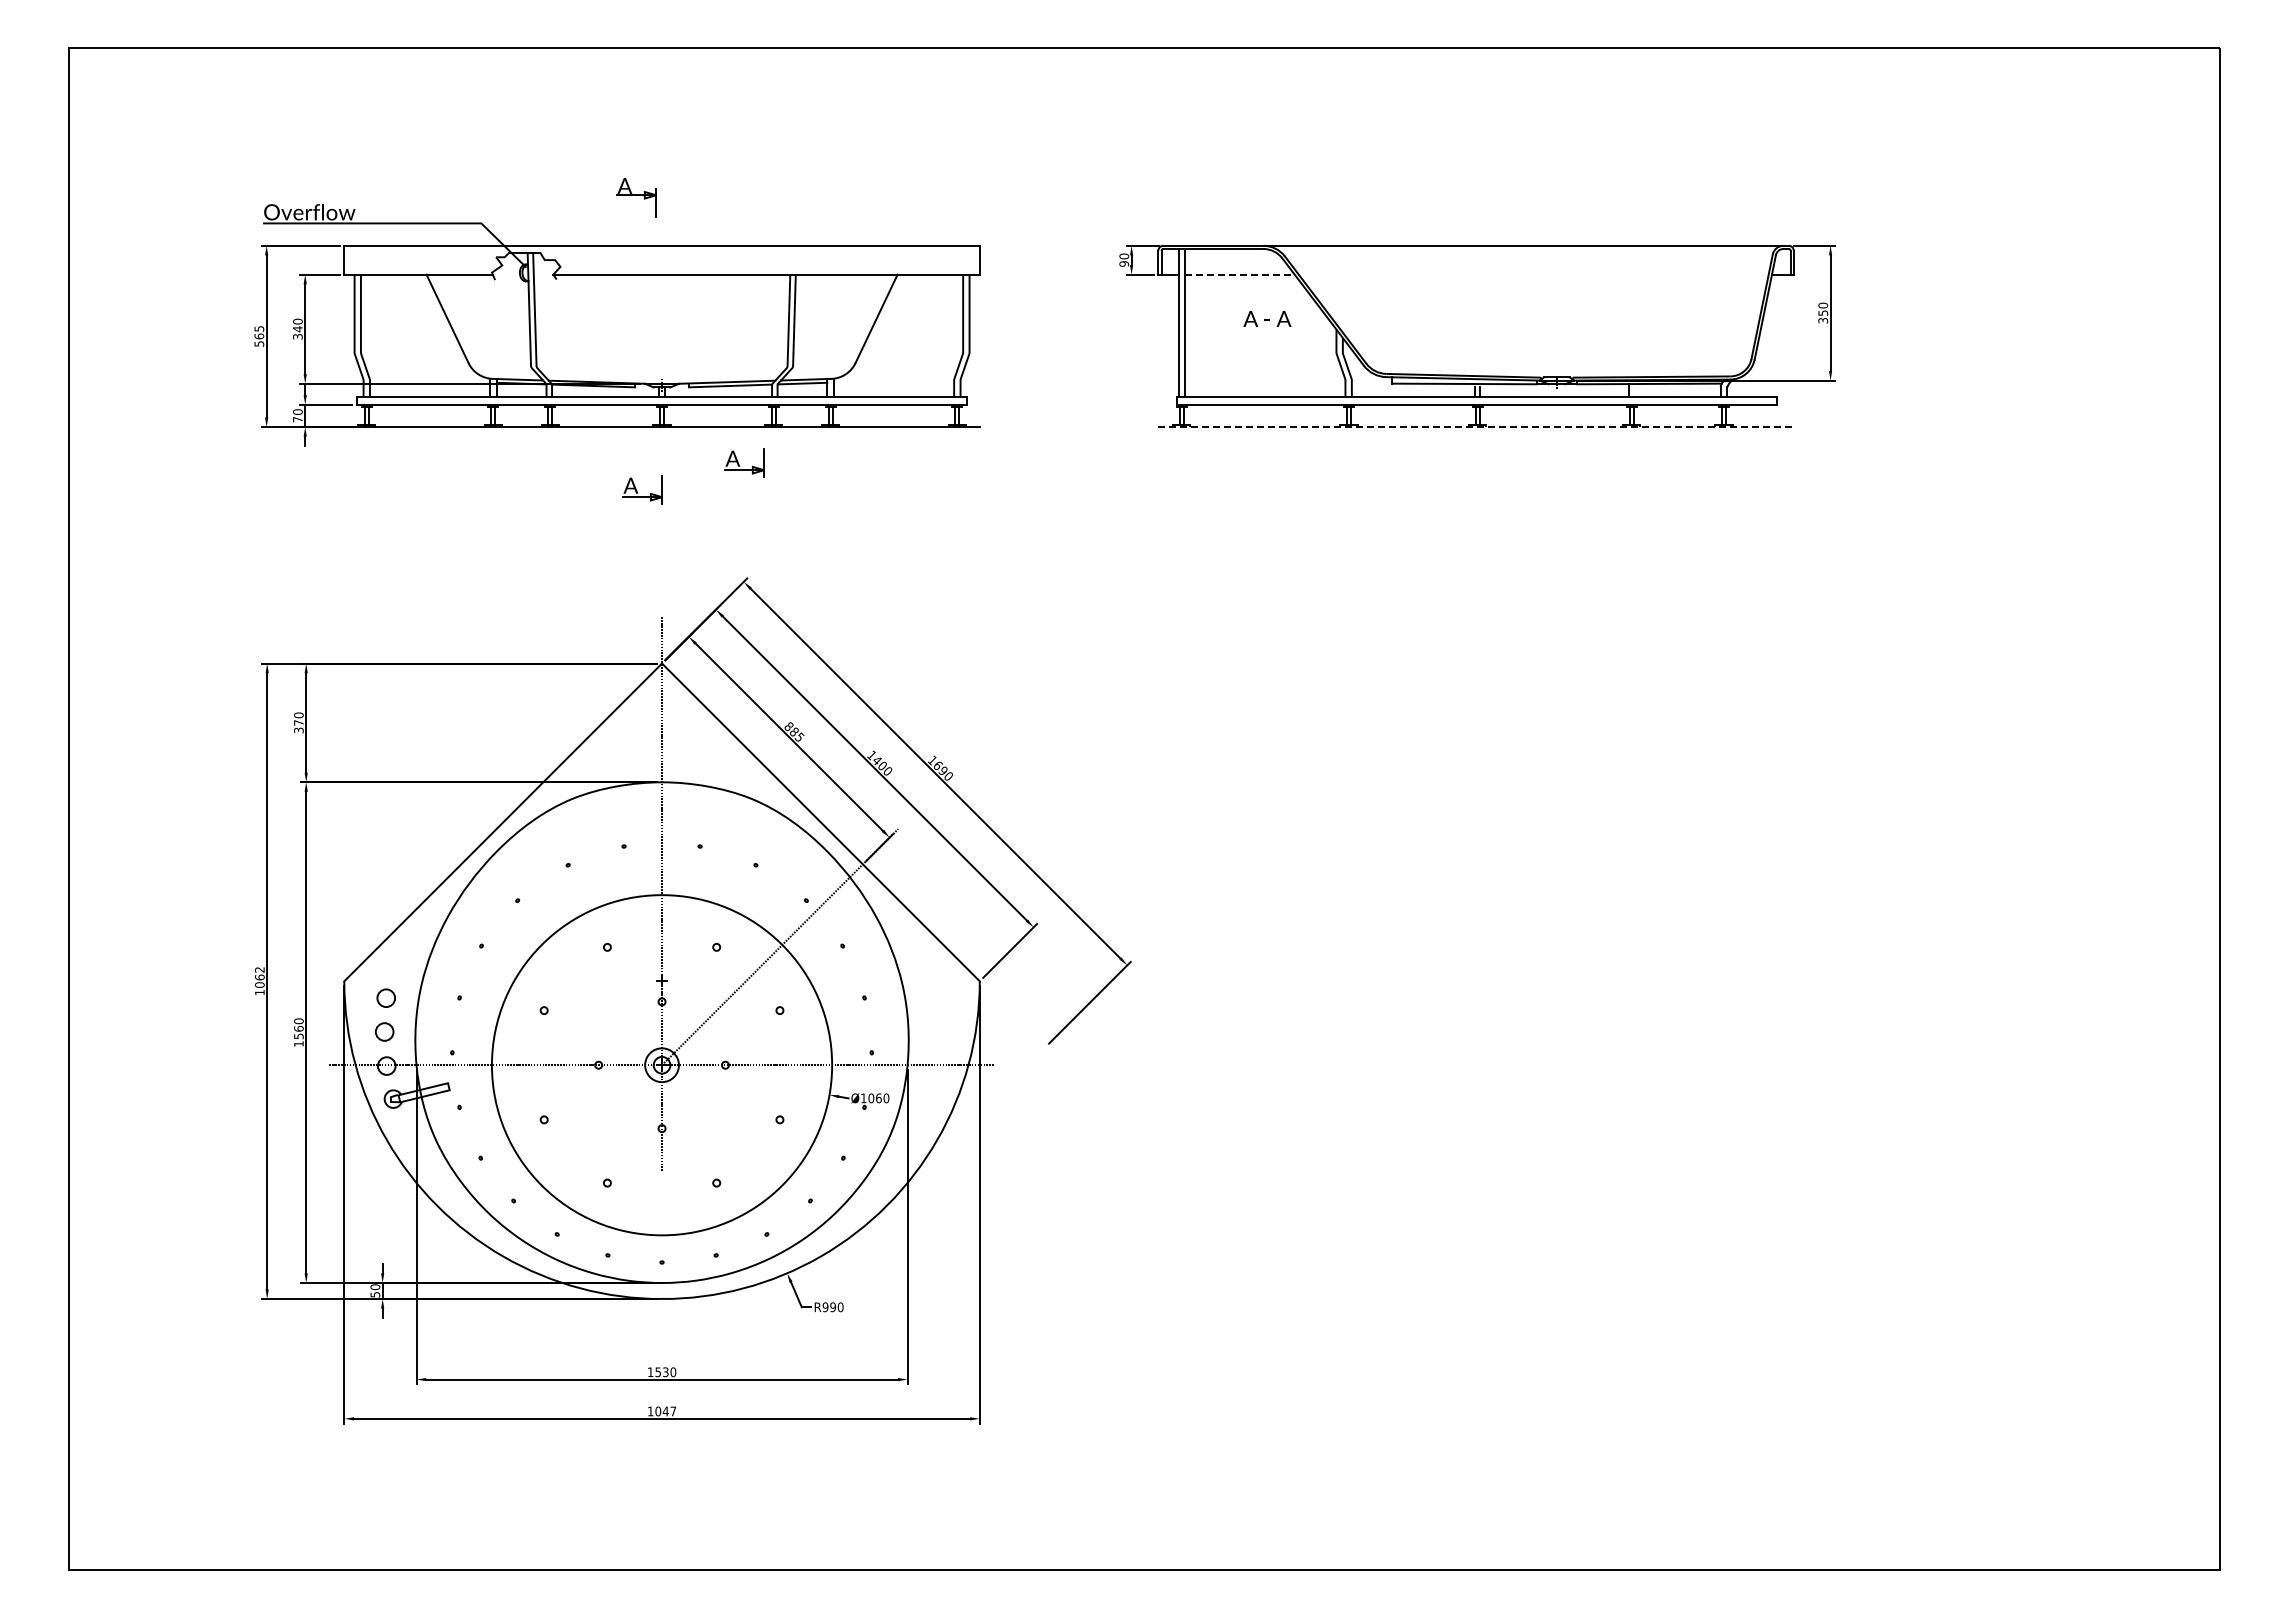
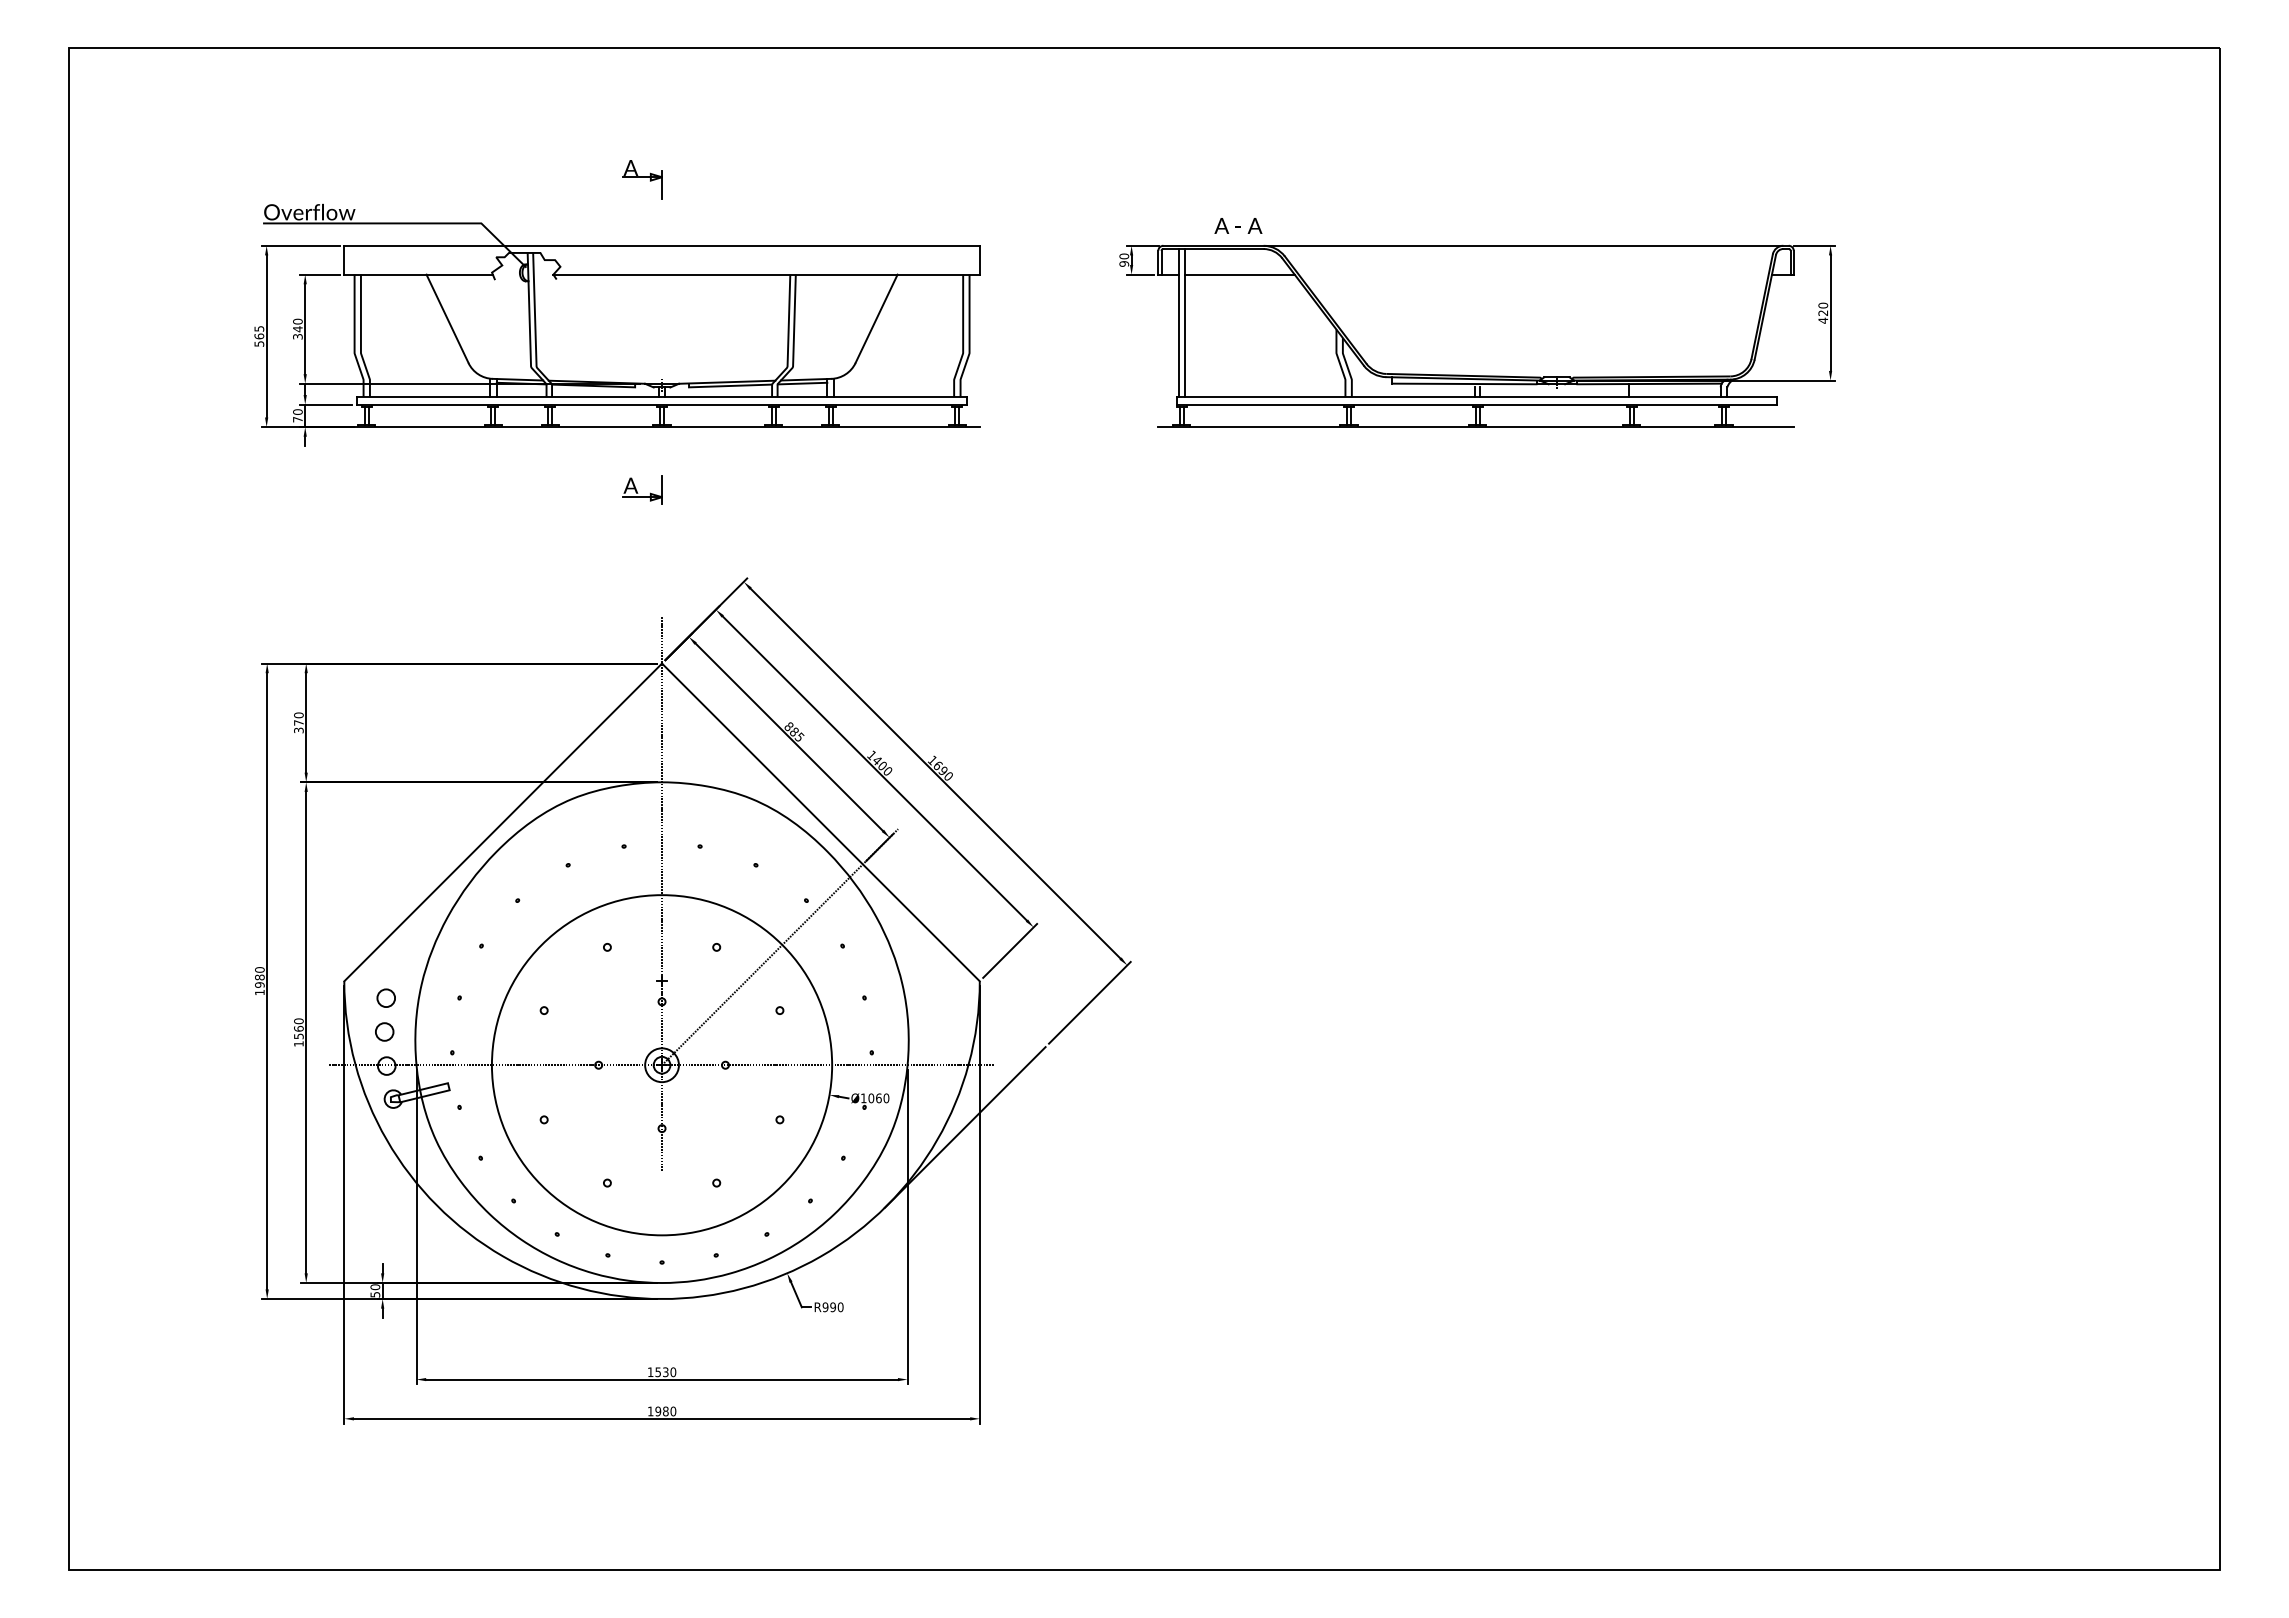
part at (636, 197) position: (636, 197) -> (642, 179)
line at (1240, 274): dashed -> solid
text at (1823, 316): 350 -> 420
text at (1267, 318) position: (1267, 318) -> (1238, 225)
line at (1476, 427): dashed -> solid
part at (744, 462): present -> none
text at (259, 977): 1062 -> 1980
line at (964, 1127): none -> present
text at (665, 1411): 1047 -> 1980
